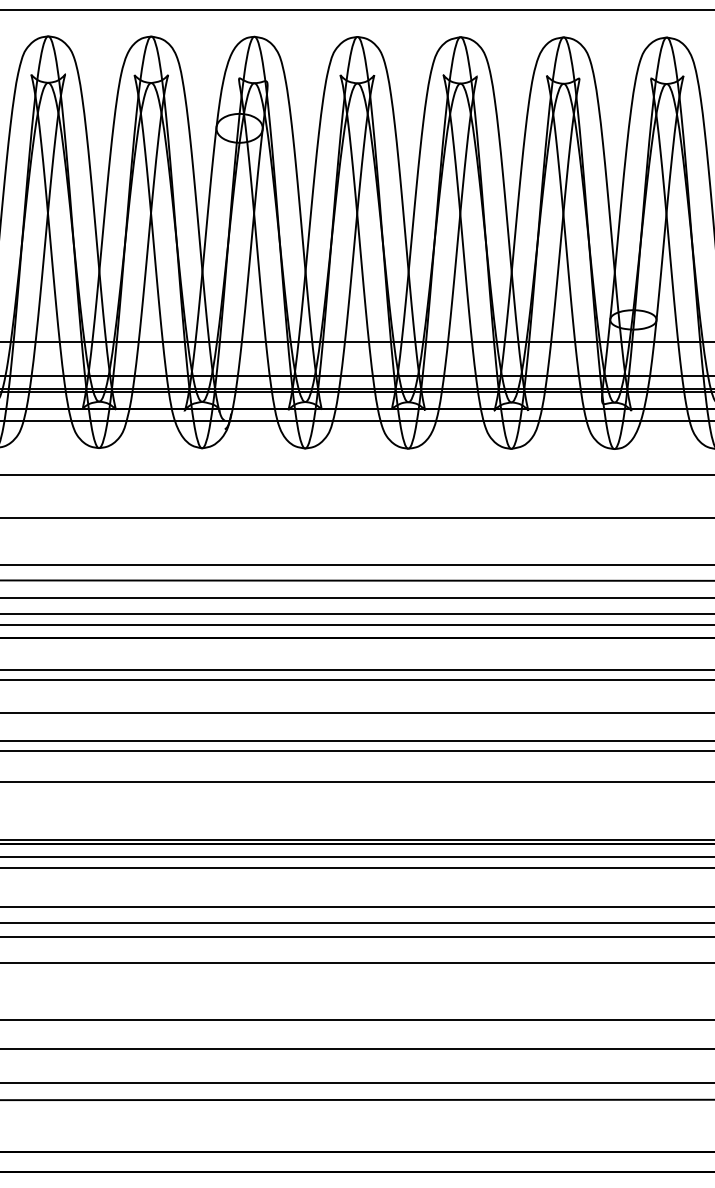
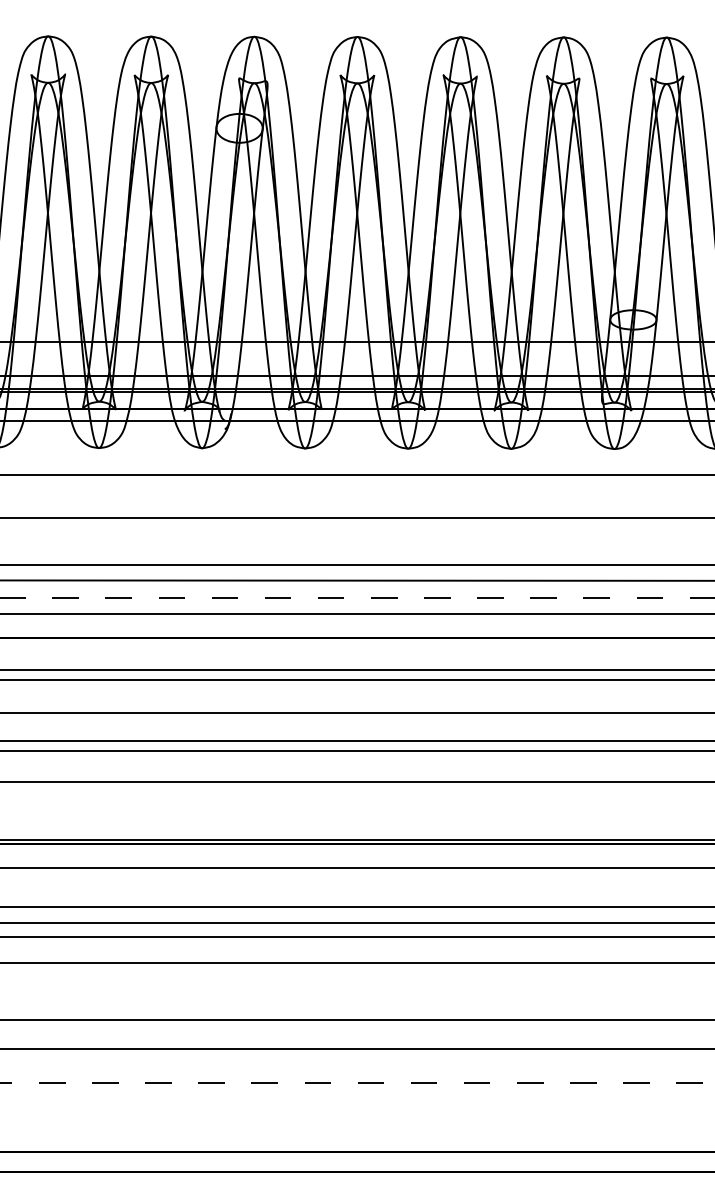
line at (356, 10): present -> none
line at (357, 597): solid -> dashed
line at (356, 624): present -> none
line at (356, 856): present -> none
line at (358, 1082): solid -> dashed
line at (356, 1099): present -> none
